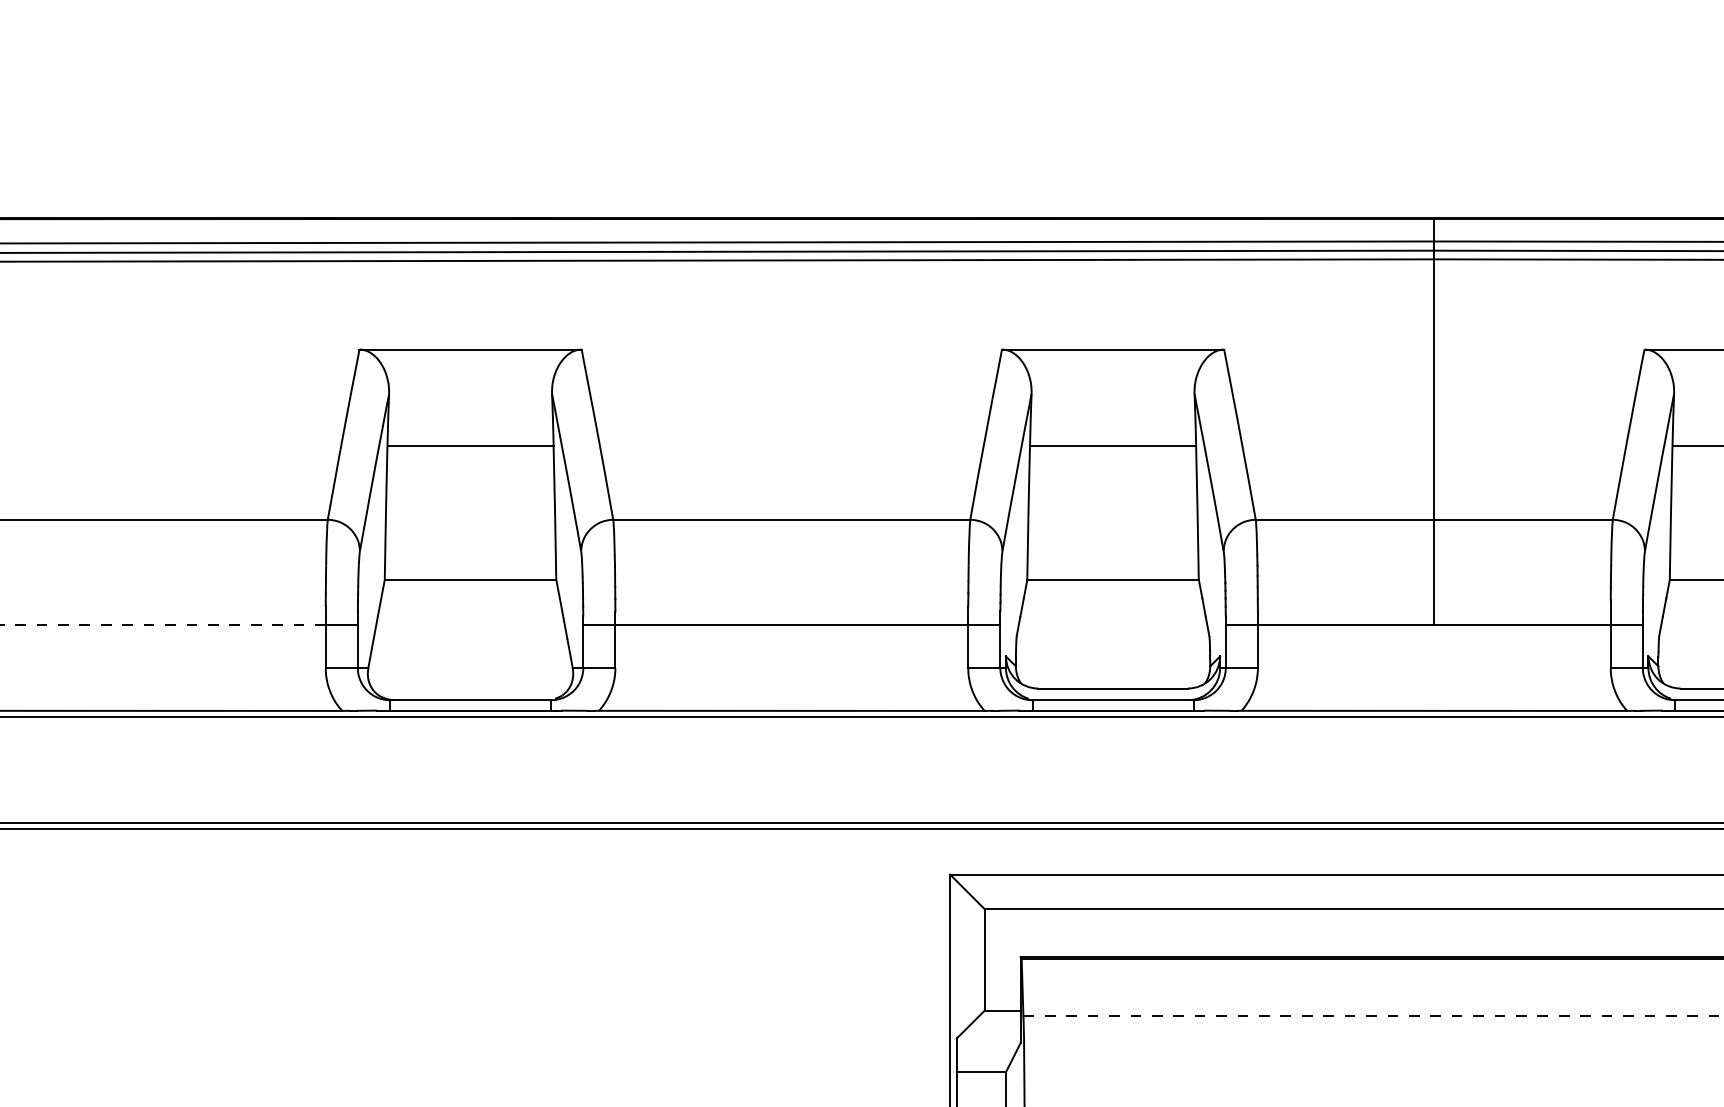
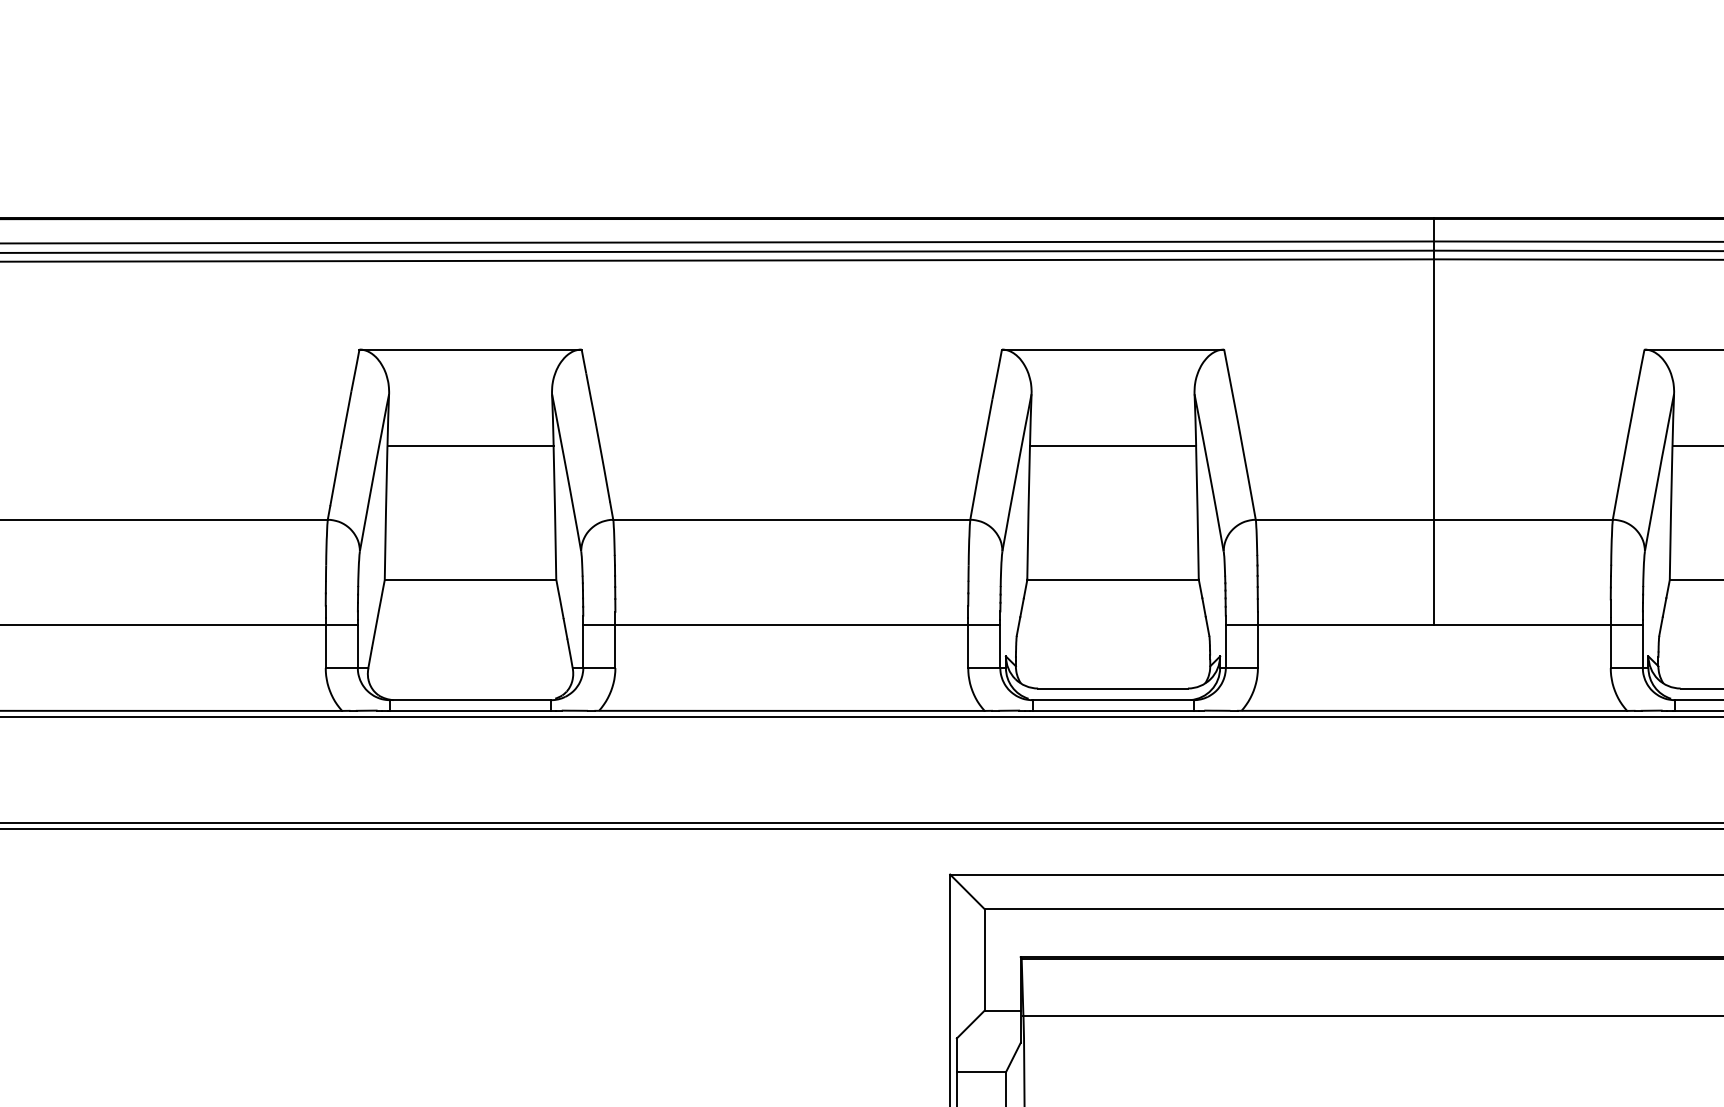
line at (162, 624): dashed -> solid
line at (1373, 1015): dashed -> solid
